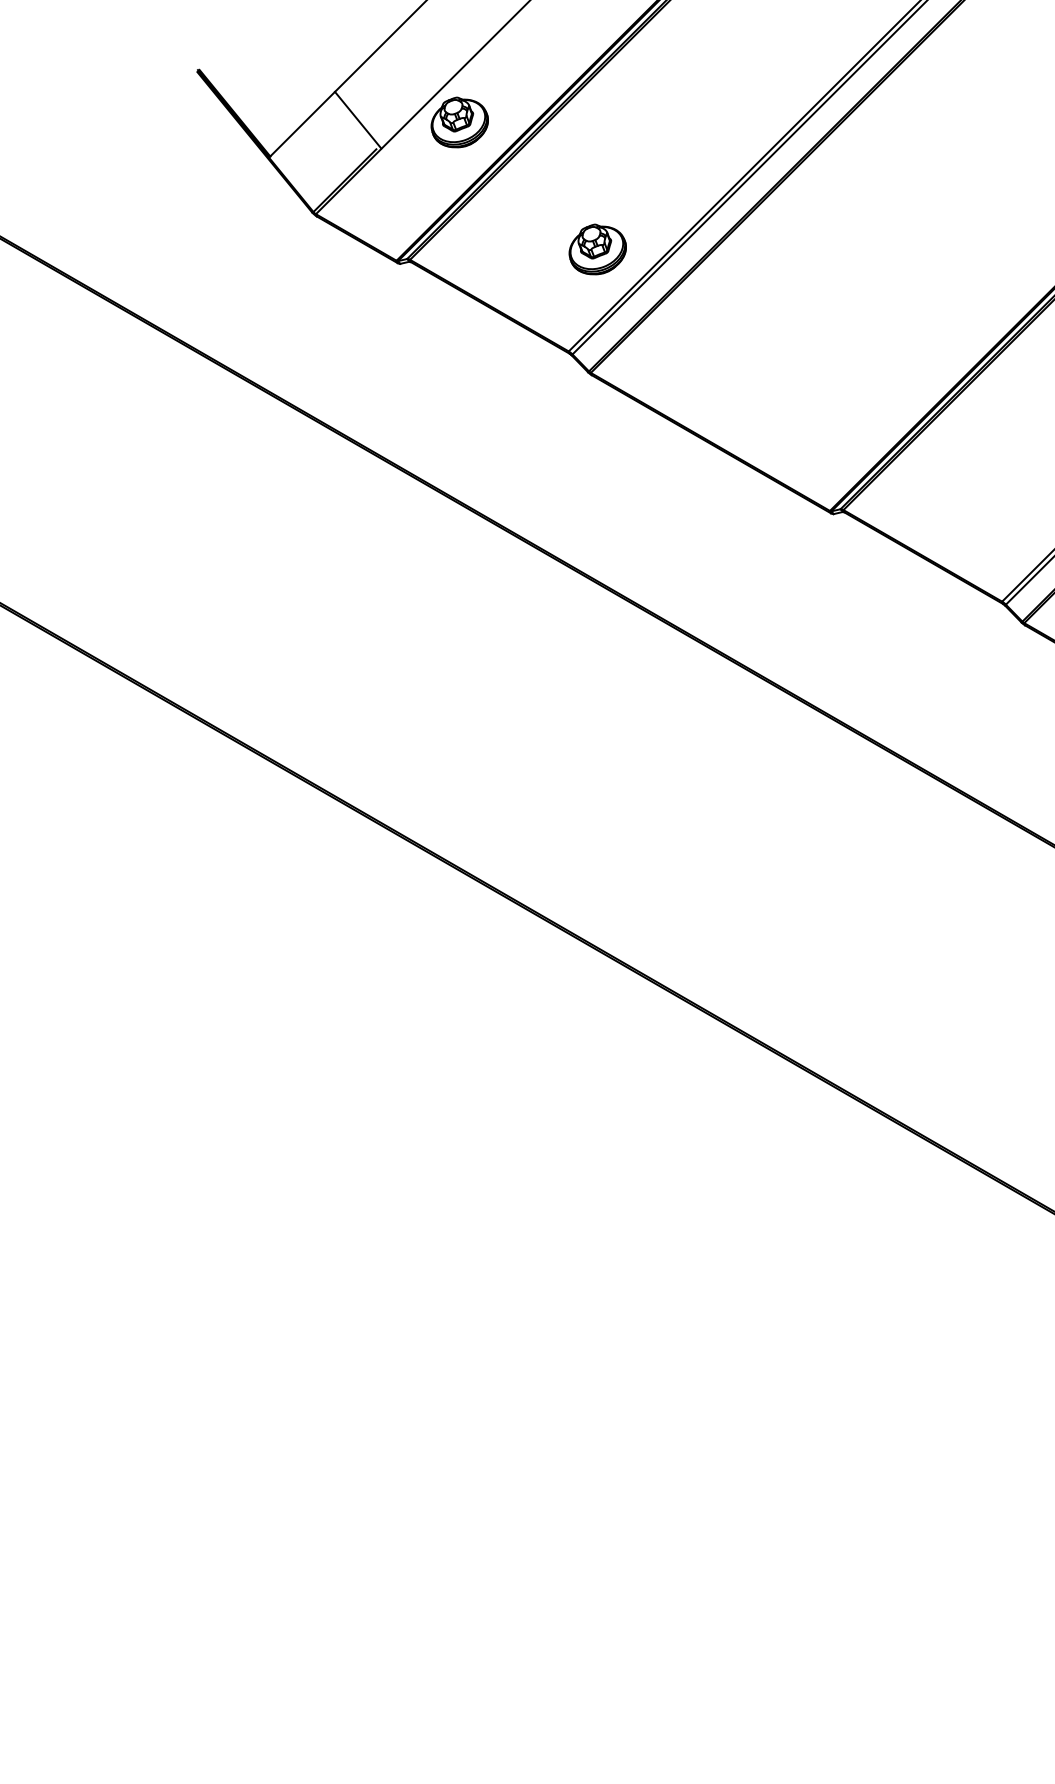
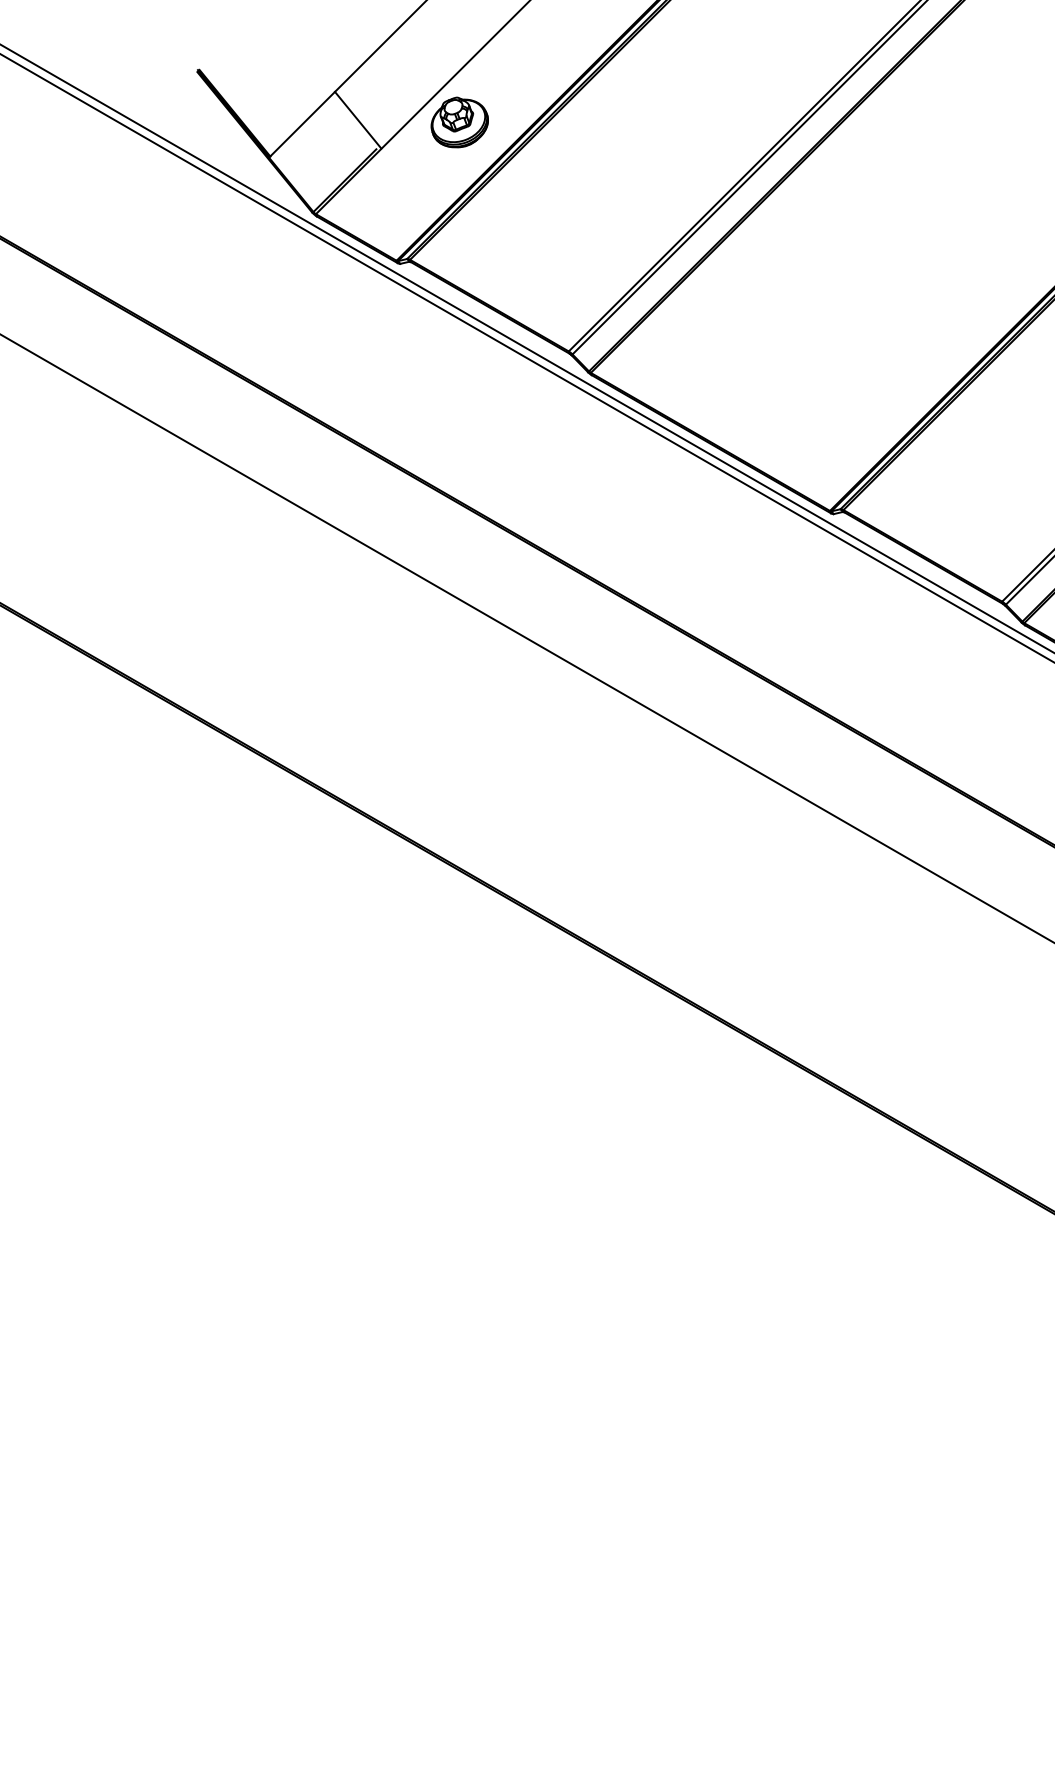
part at (597, 249): present -> none
line at (526, 348): none -> present
line at (526, 358): none -> present
line at (526, 638): none -> present
